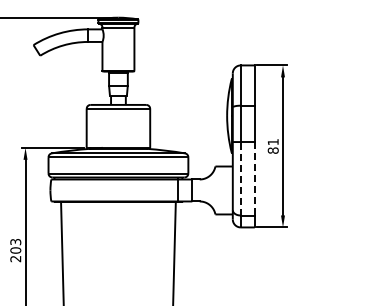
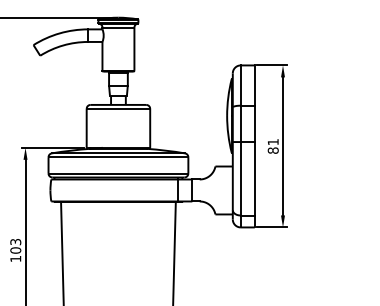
line at (240, 178): dashed -> solid
line at (254, 178): dashed -> solid
text at (15, 259): 203 -> 103
